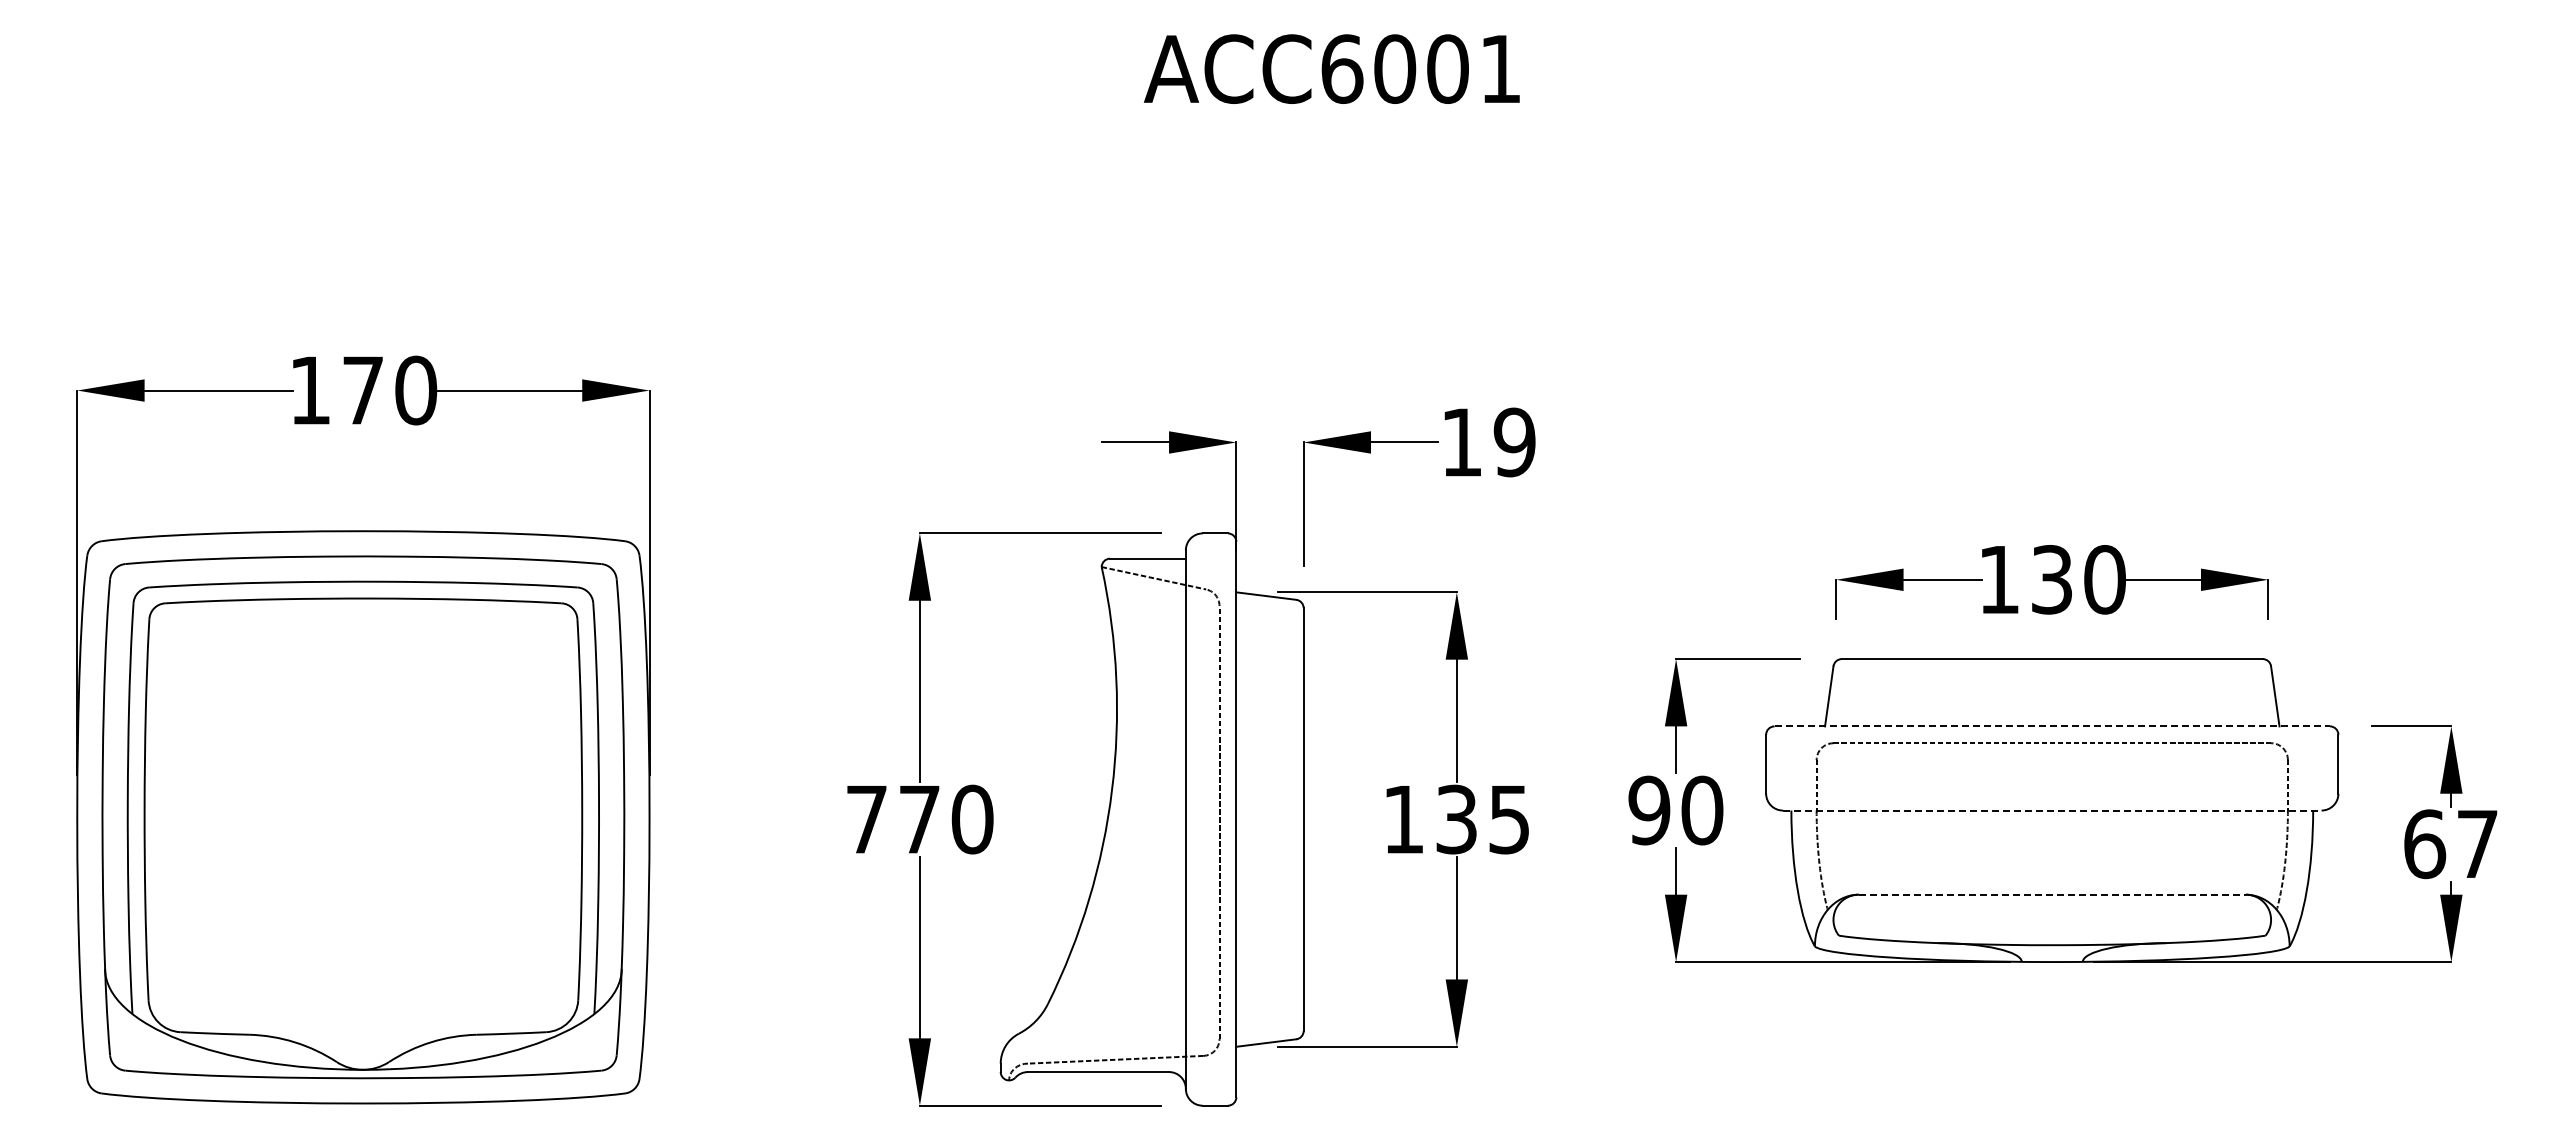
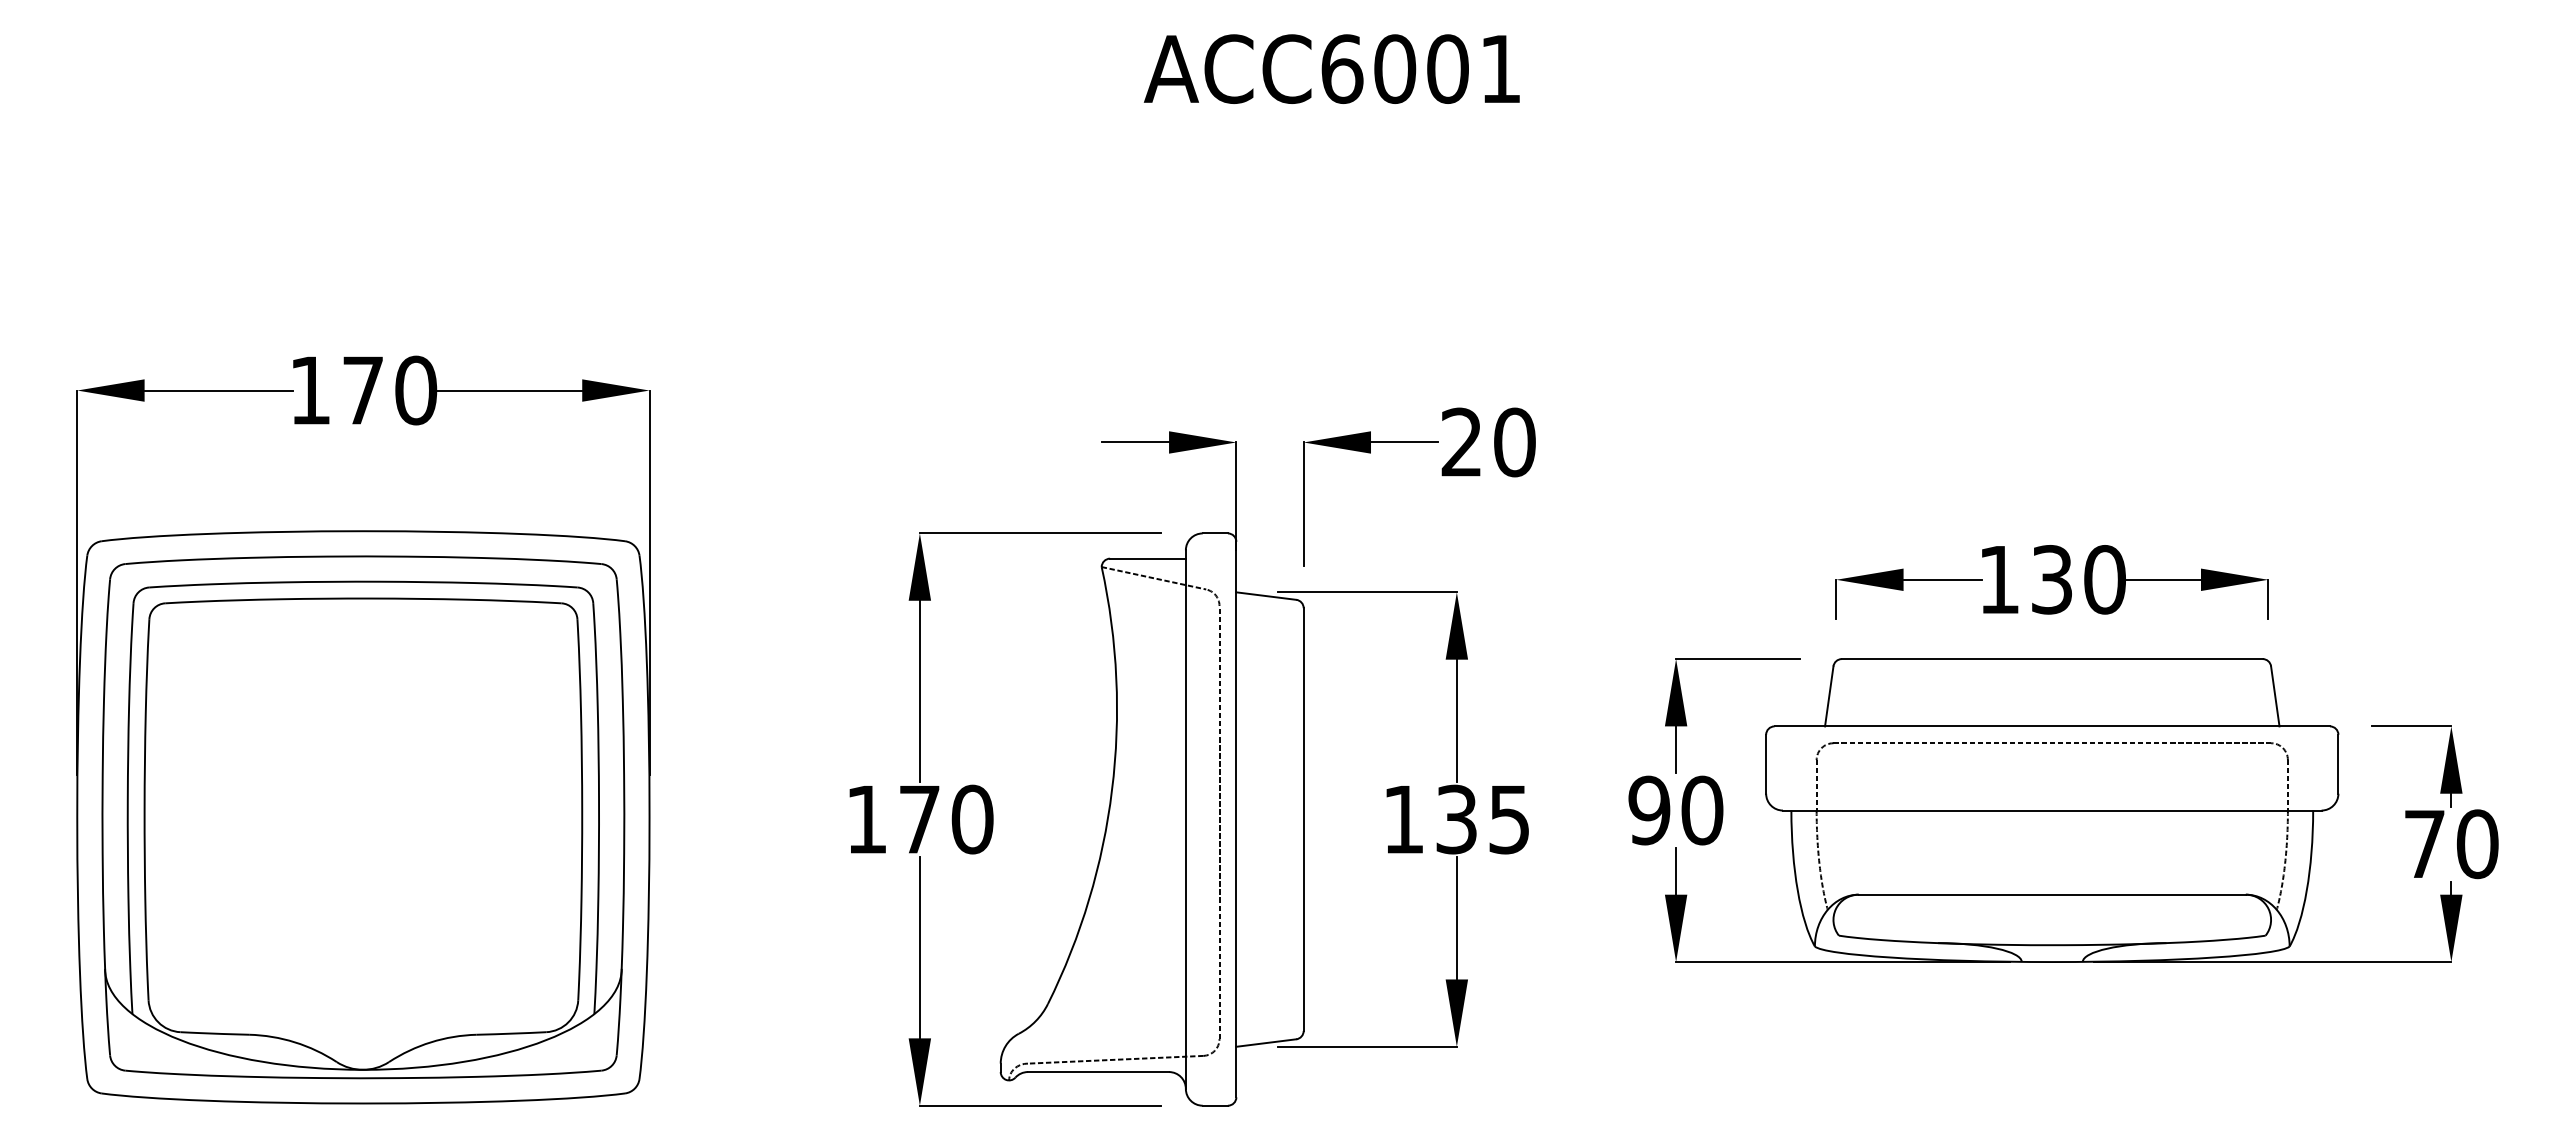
text at (1488, 442): 19 -> 20
line at (2052, 726): dashed -> solid
line at (2052, 810): dashed -> solid
text at (866, 819): 770 -> 170
text at (2451, 844): 67 -> 70
line at (2052, 894): dashed -> solid
